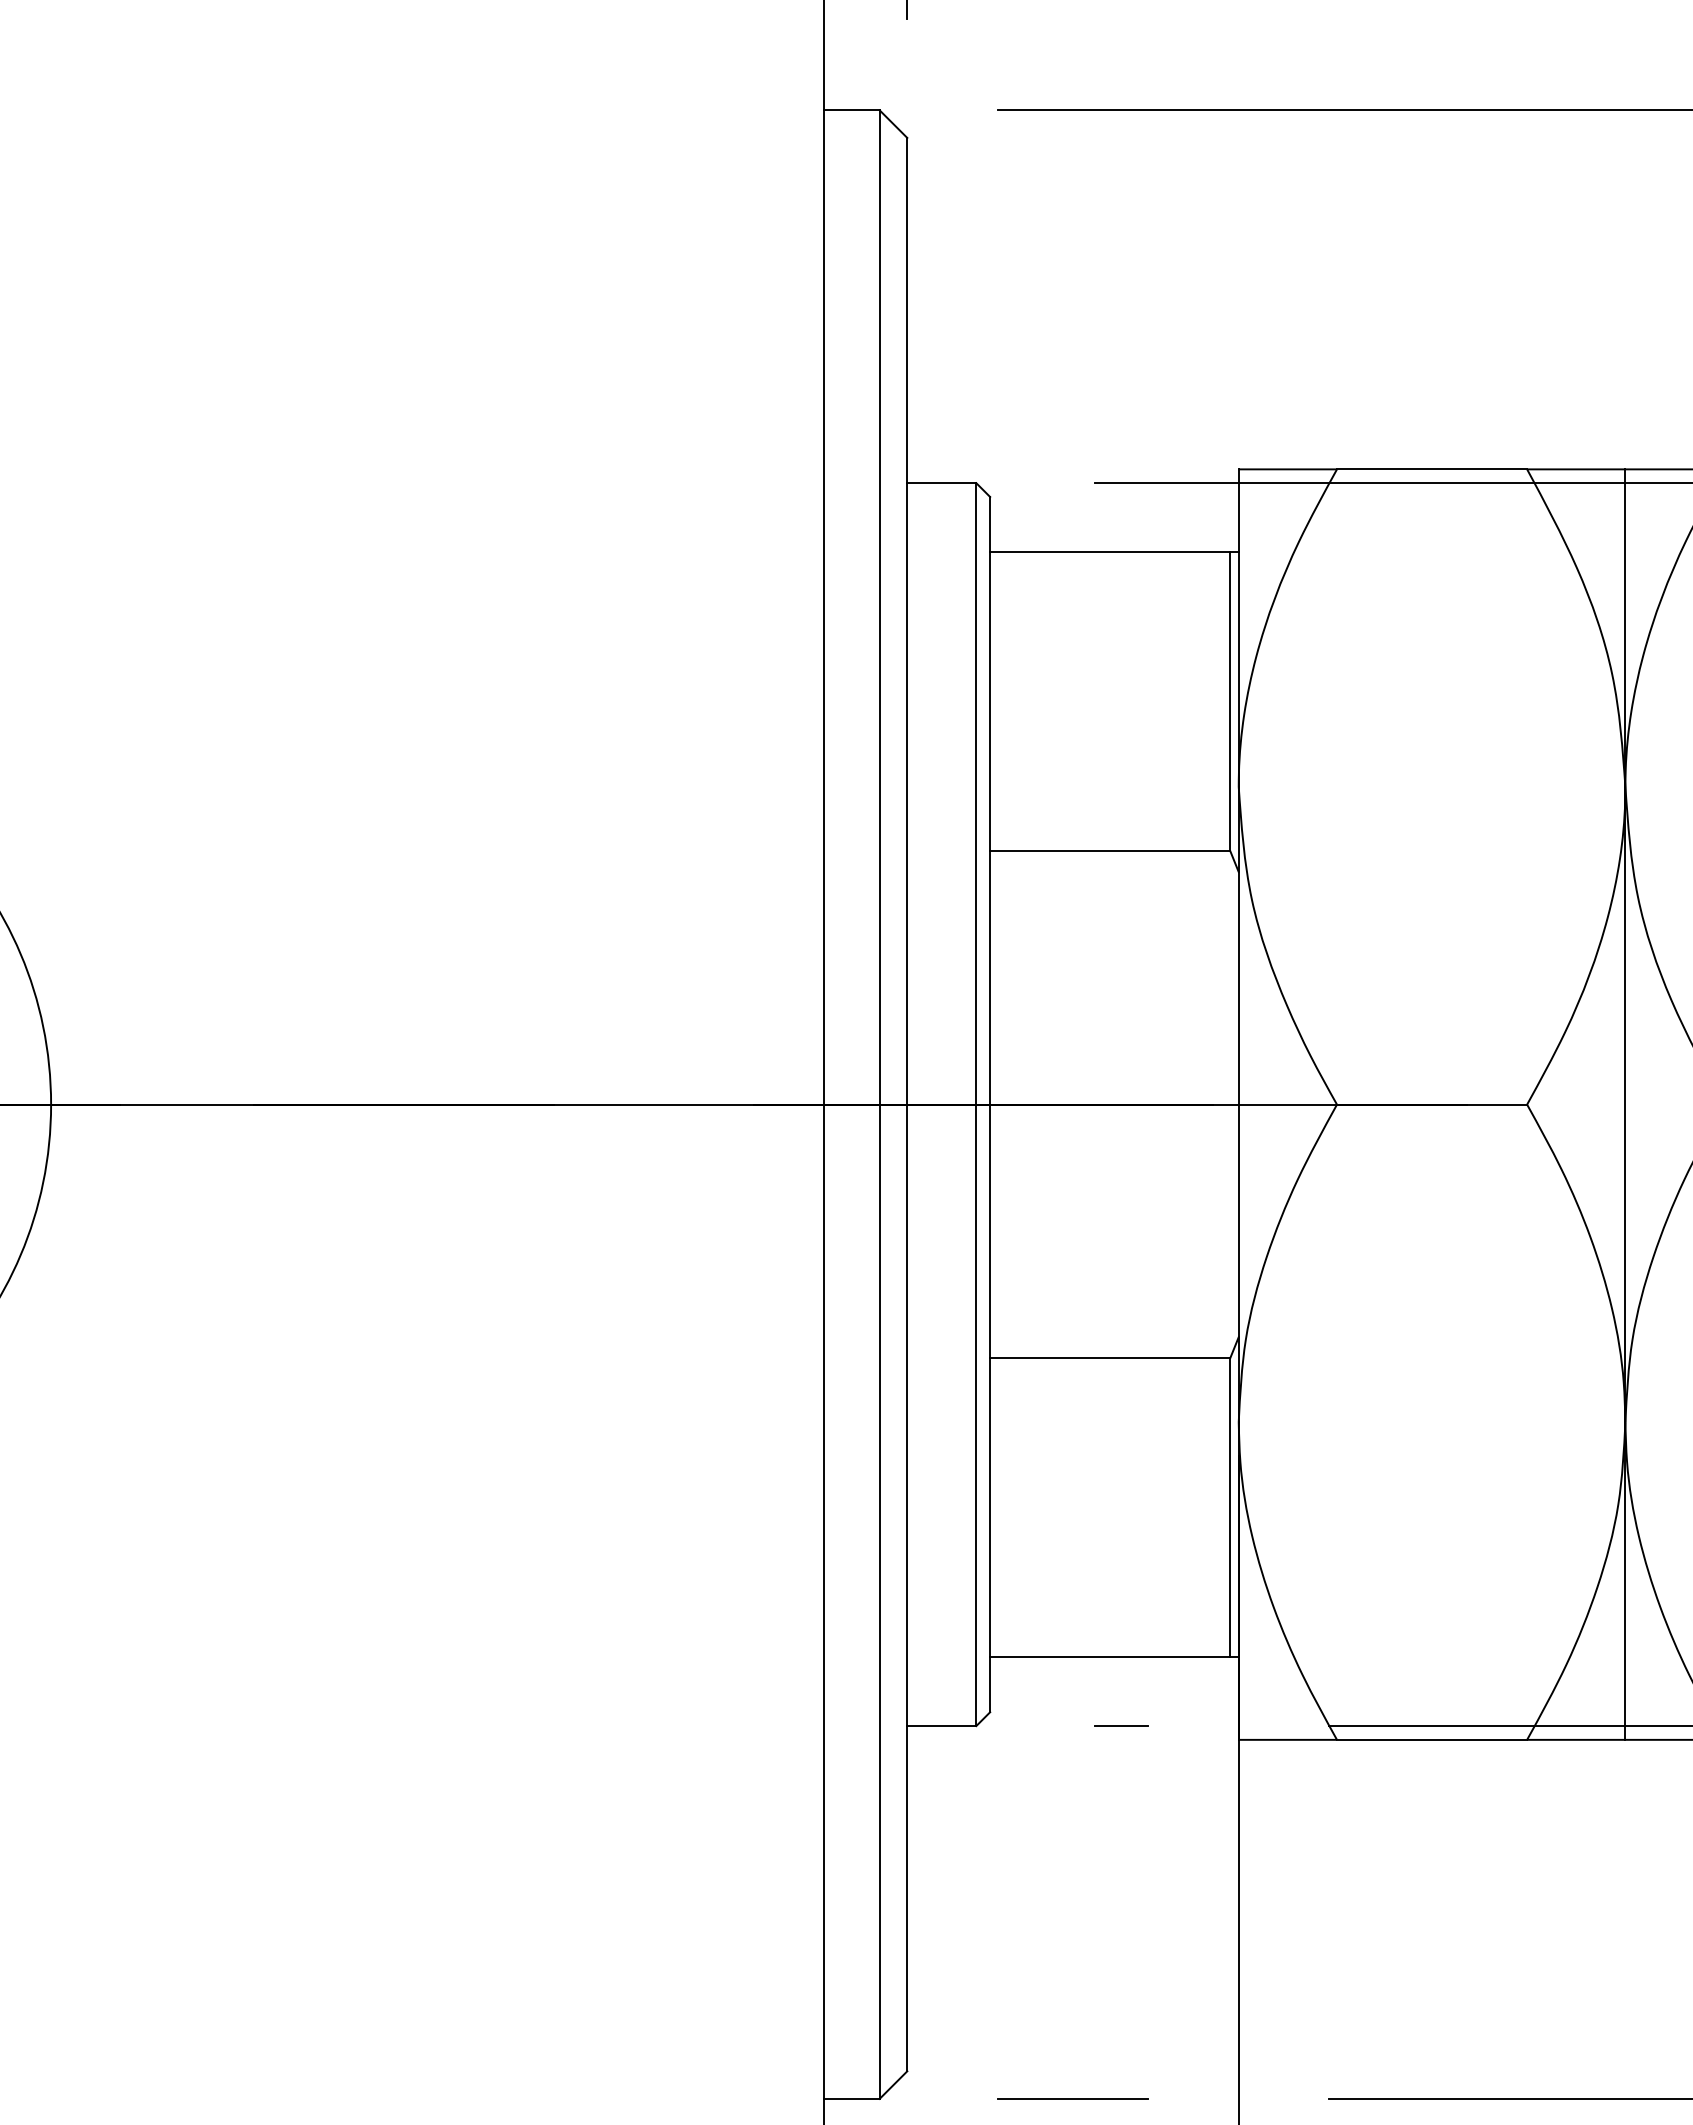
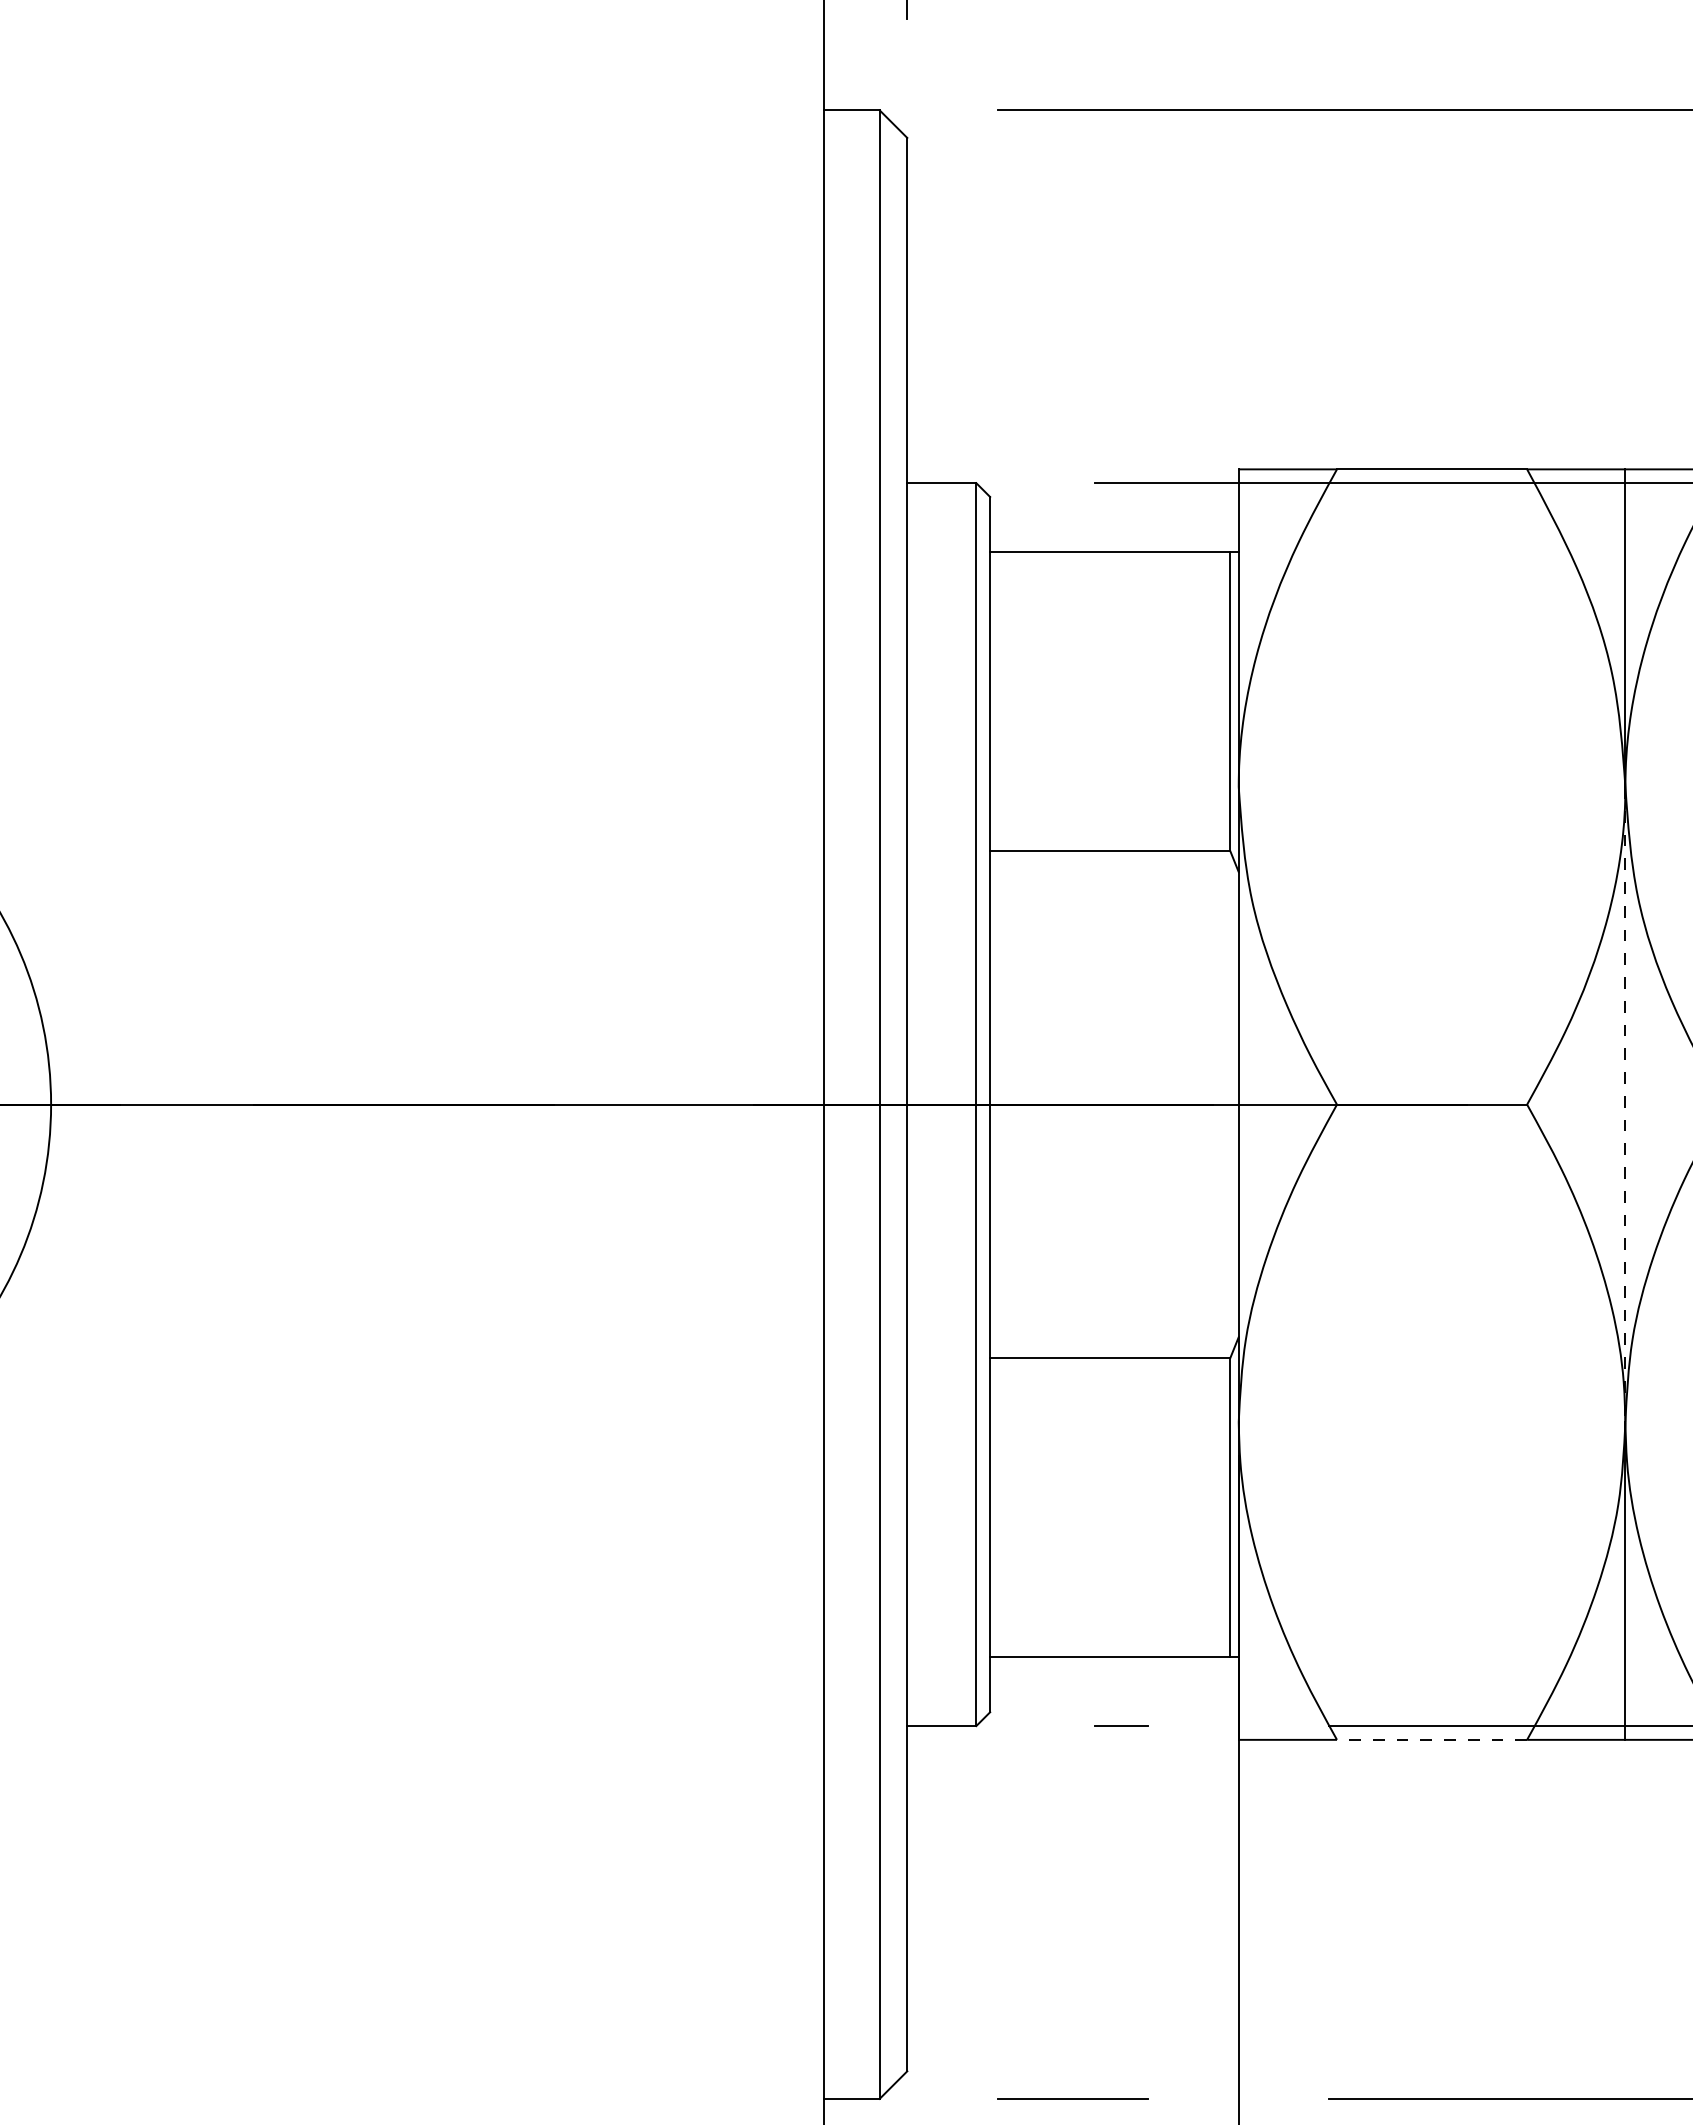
line at (1625, 1104): solid -> dashed
line at (1431, 1739): solid -> dashed
